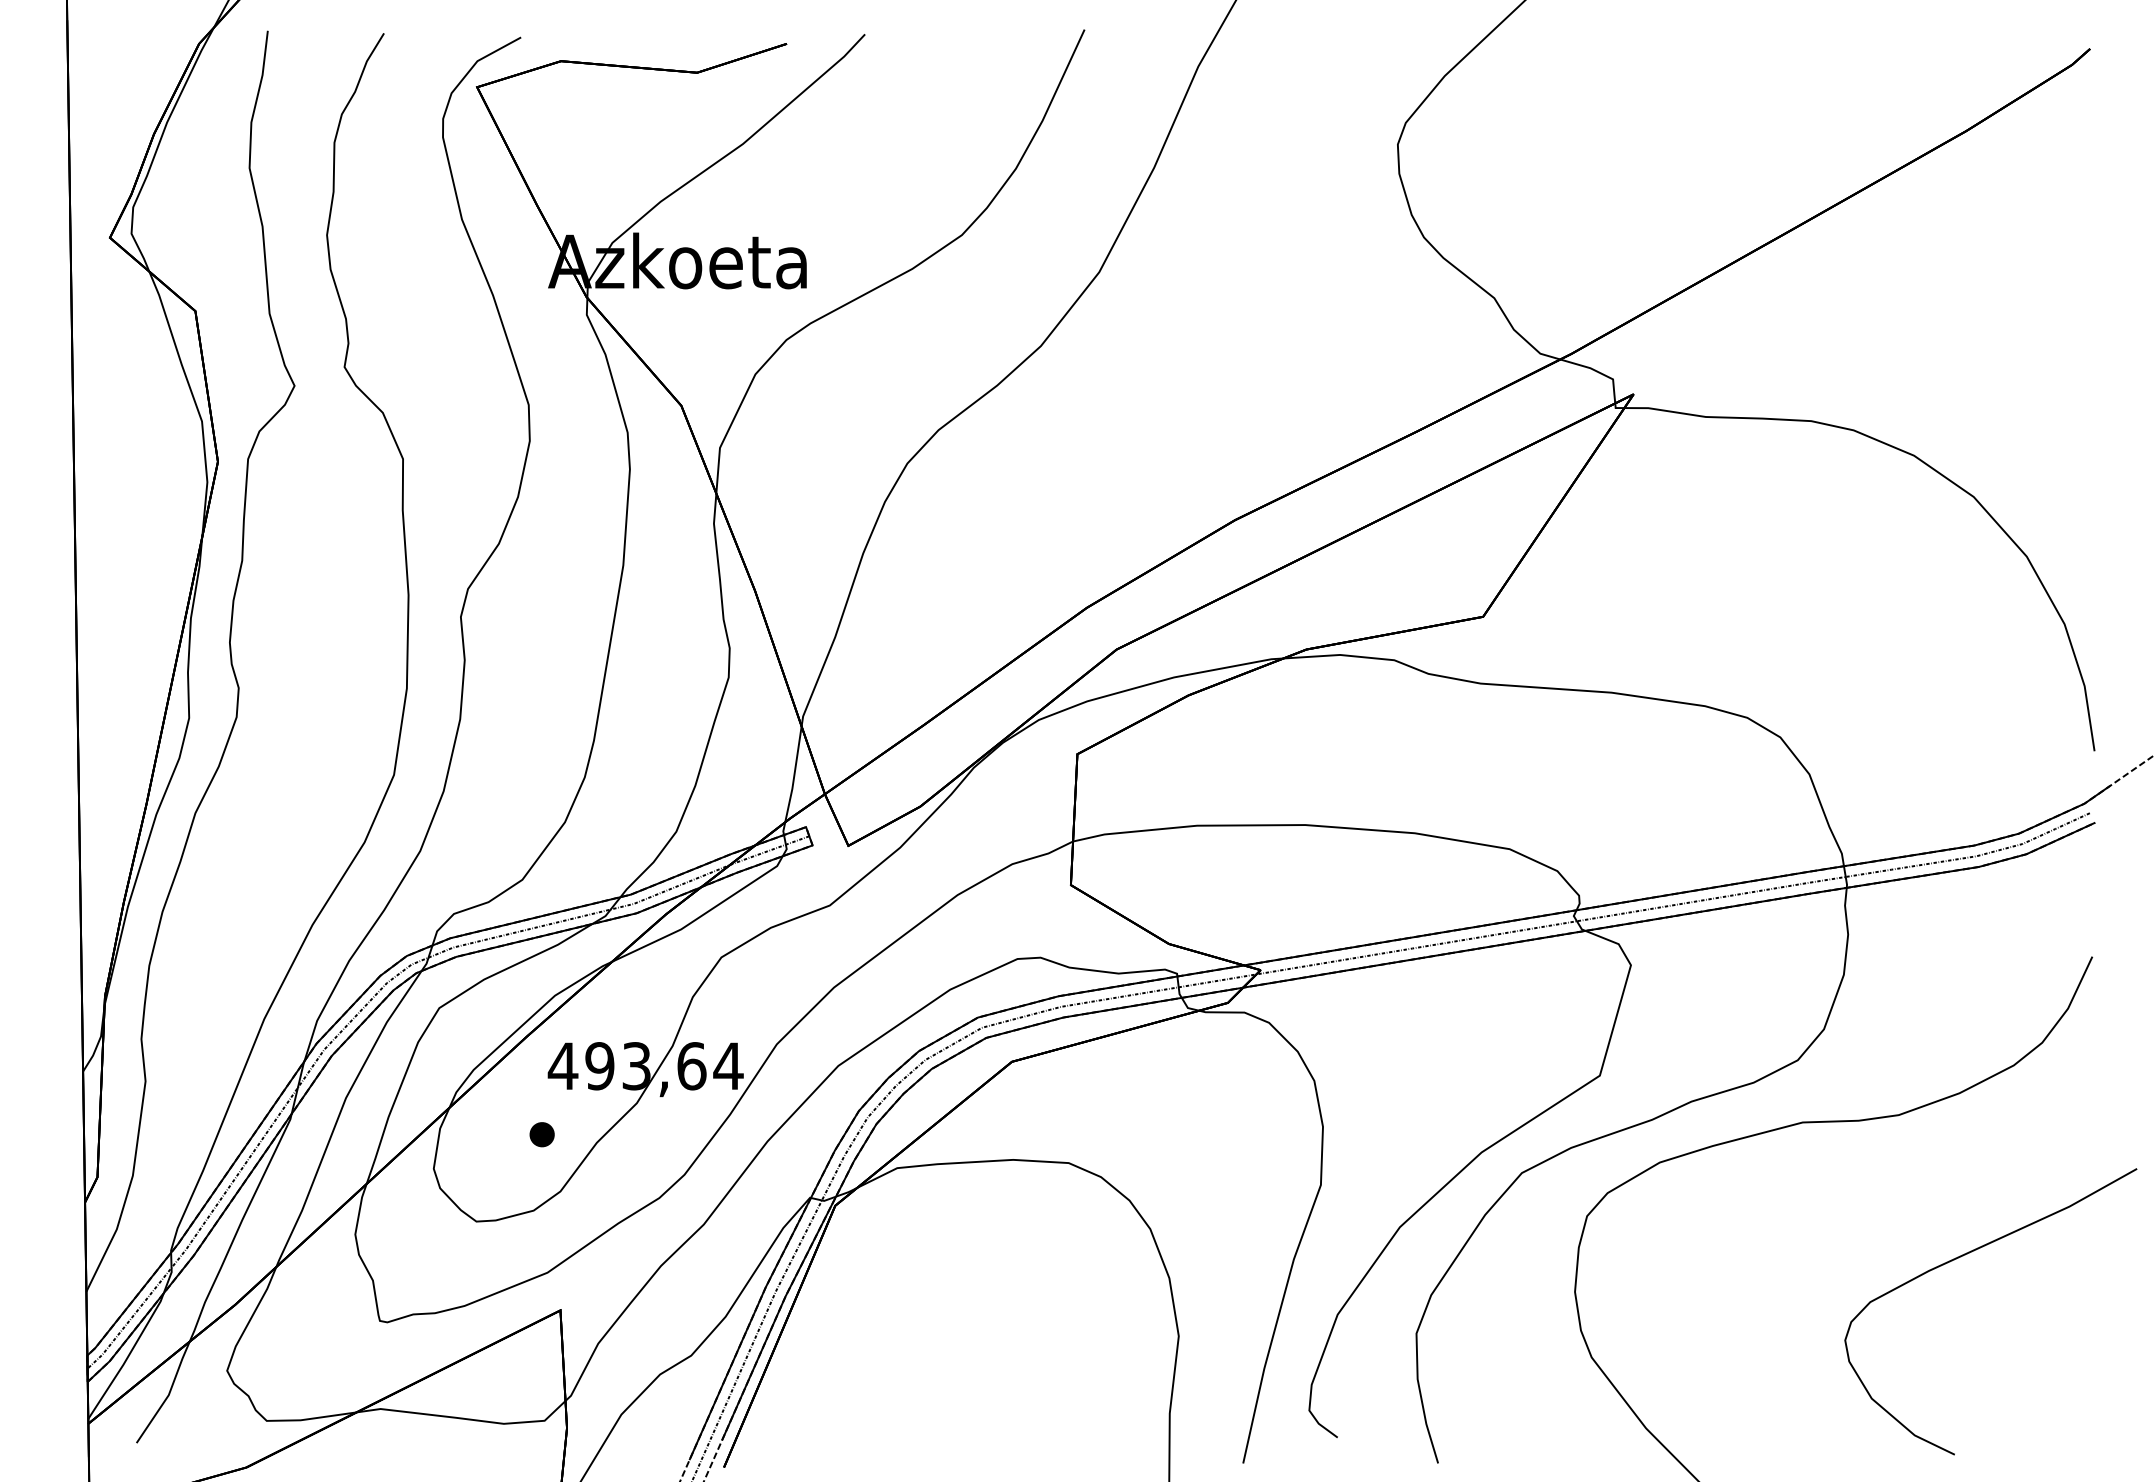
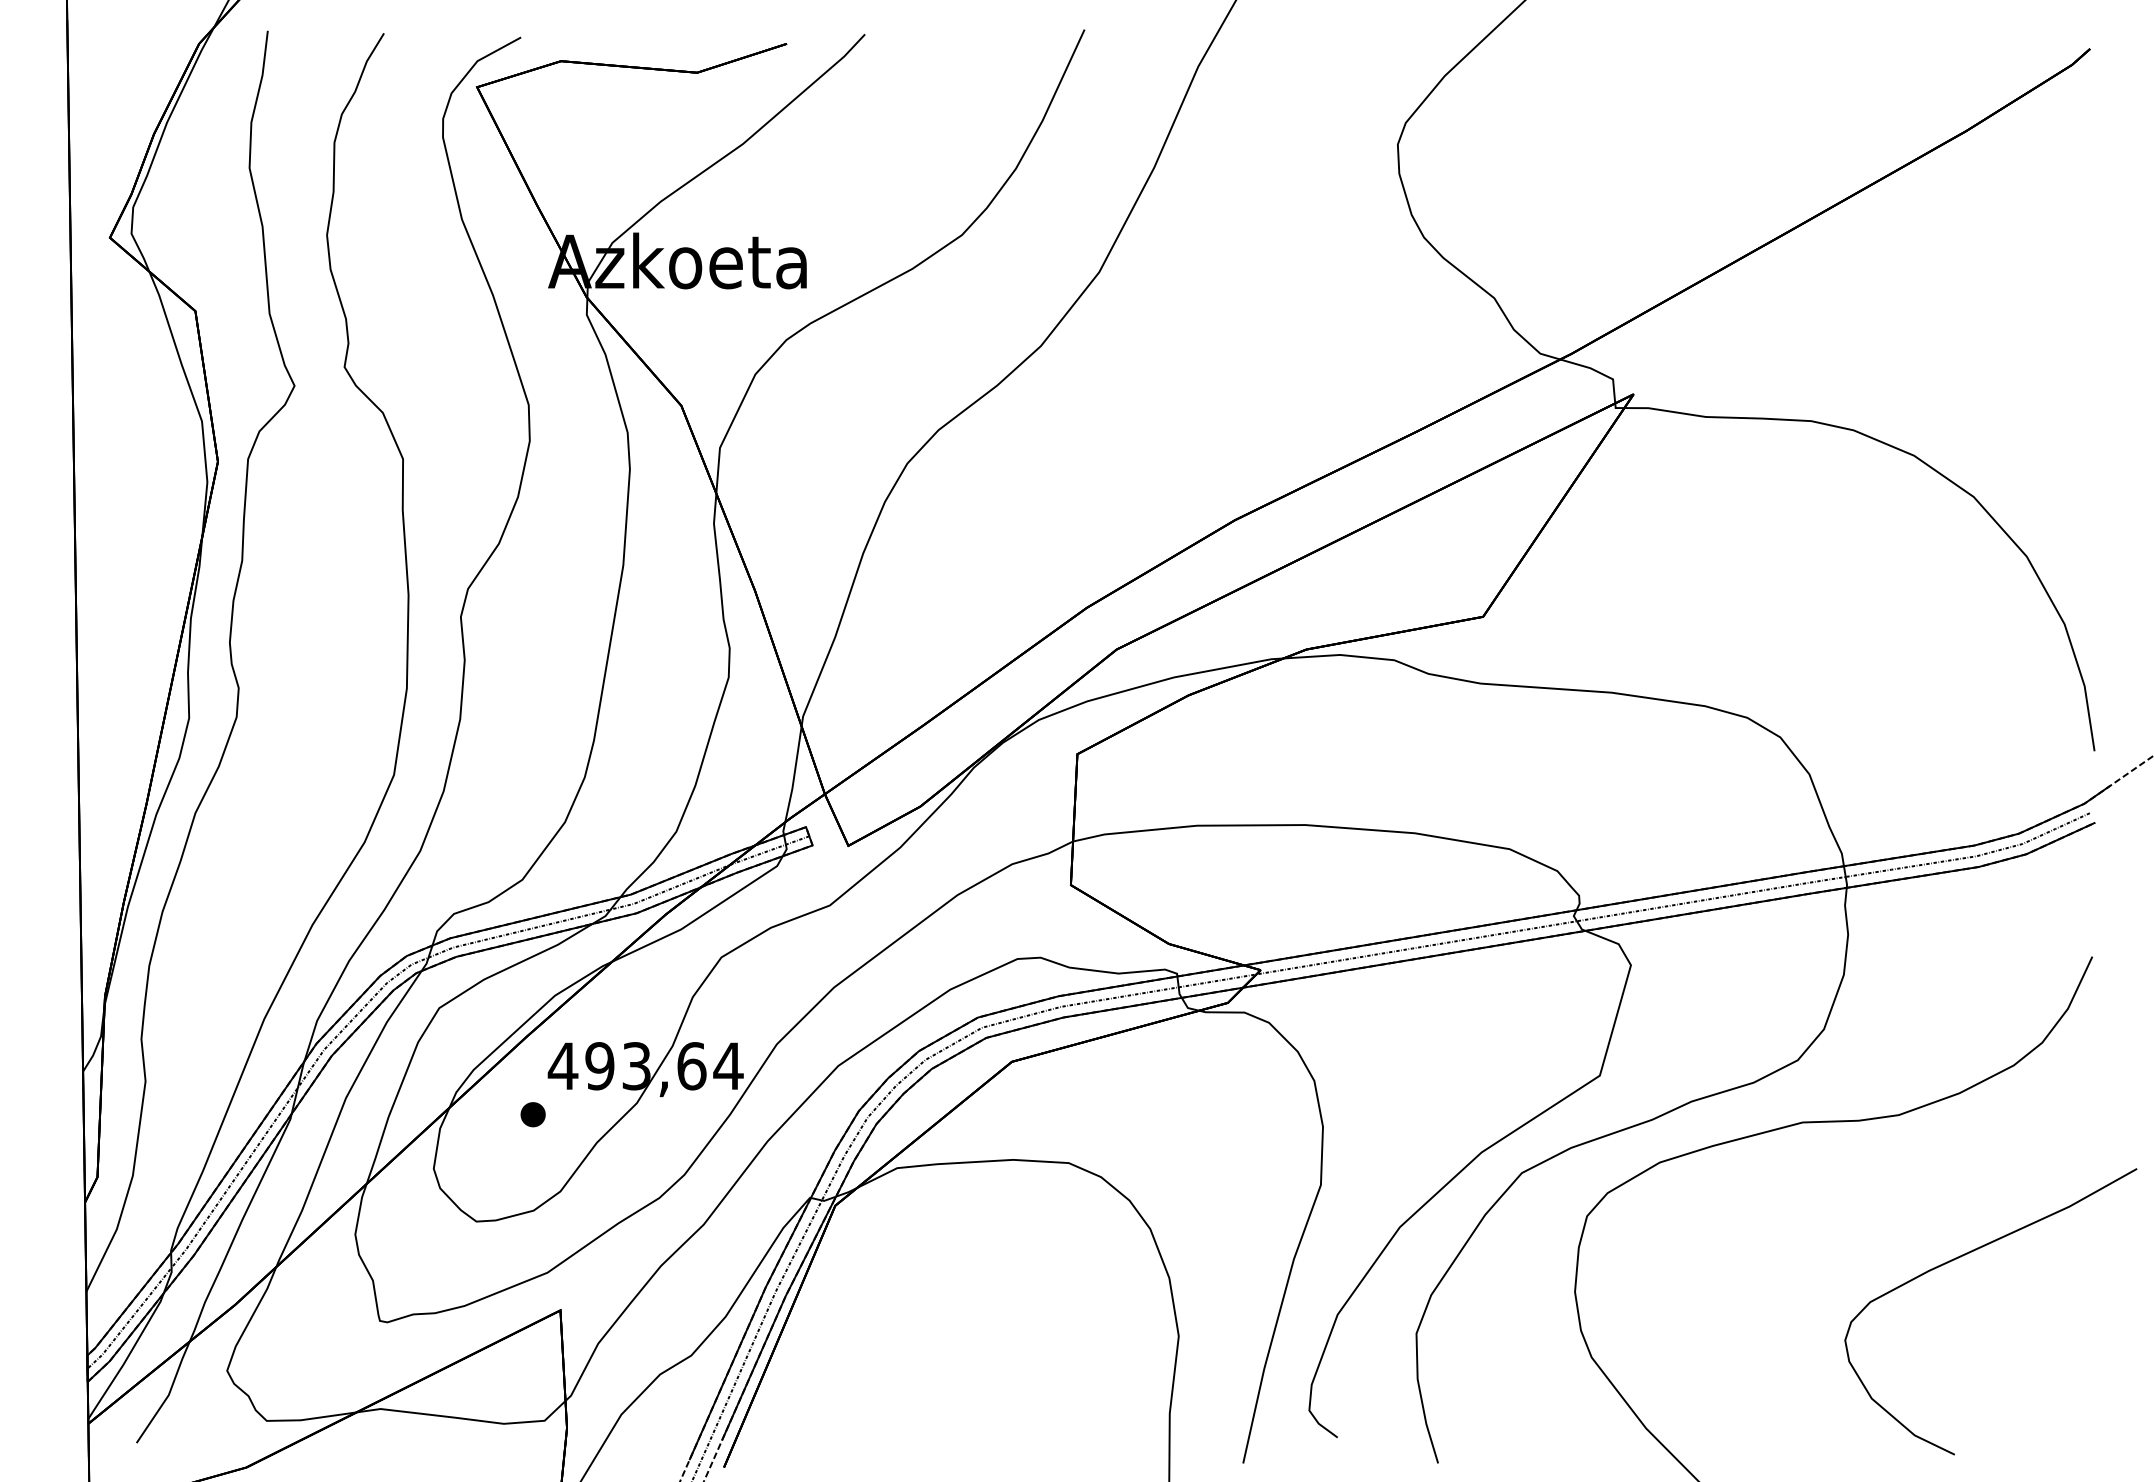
part at (541, 1134) position: (541, 1134) -> (532, 1114)
